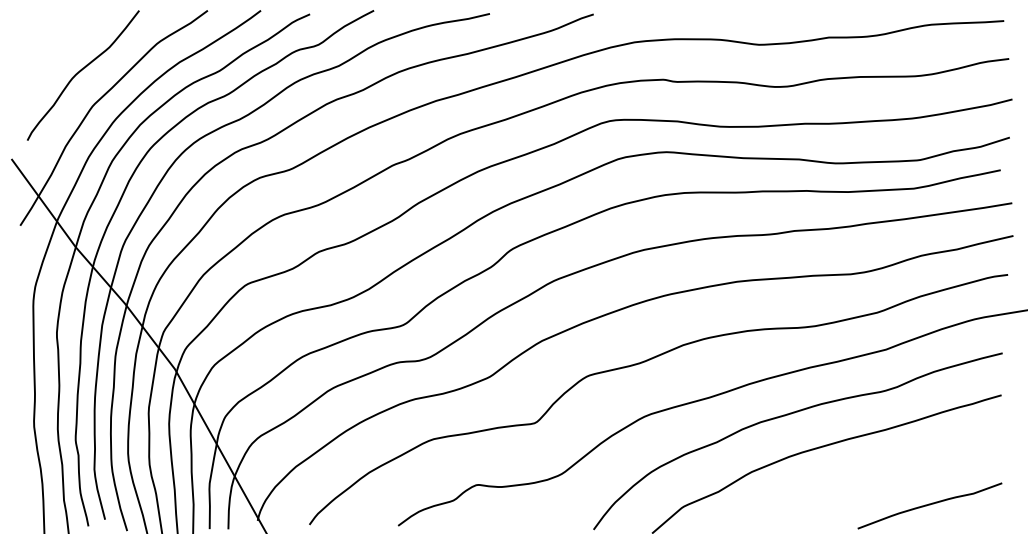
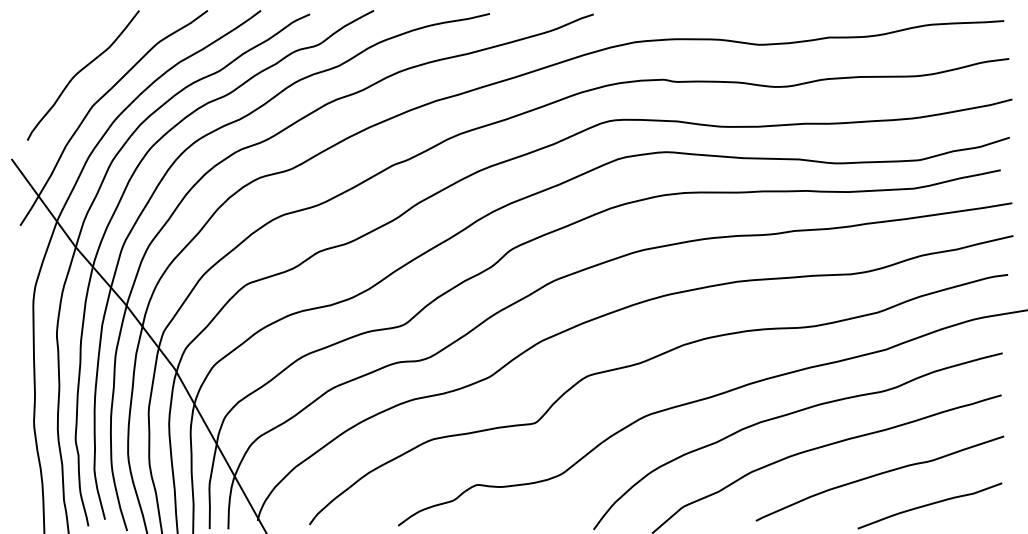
curve at (878, 475): none -> present
